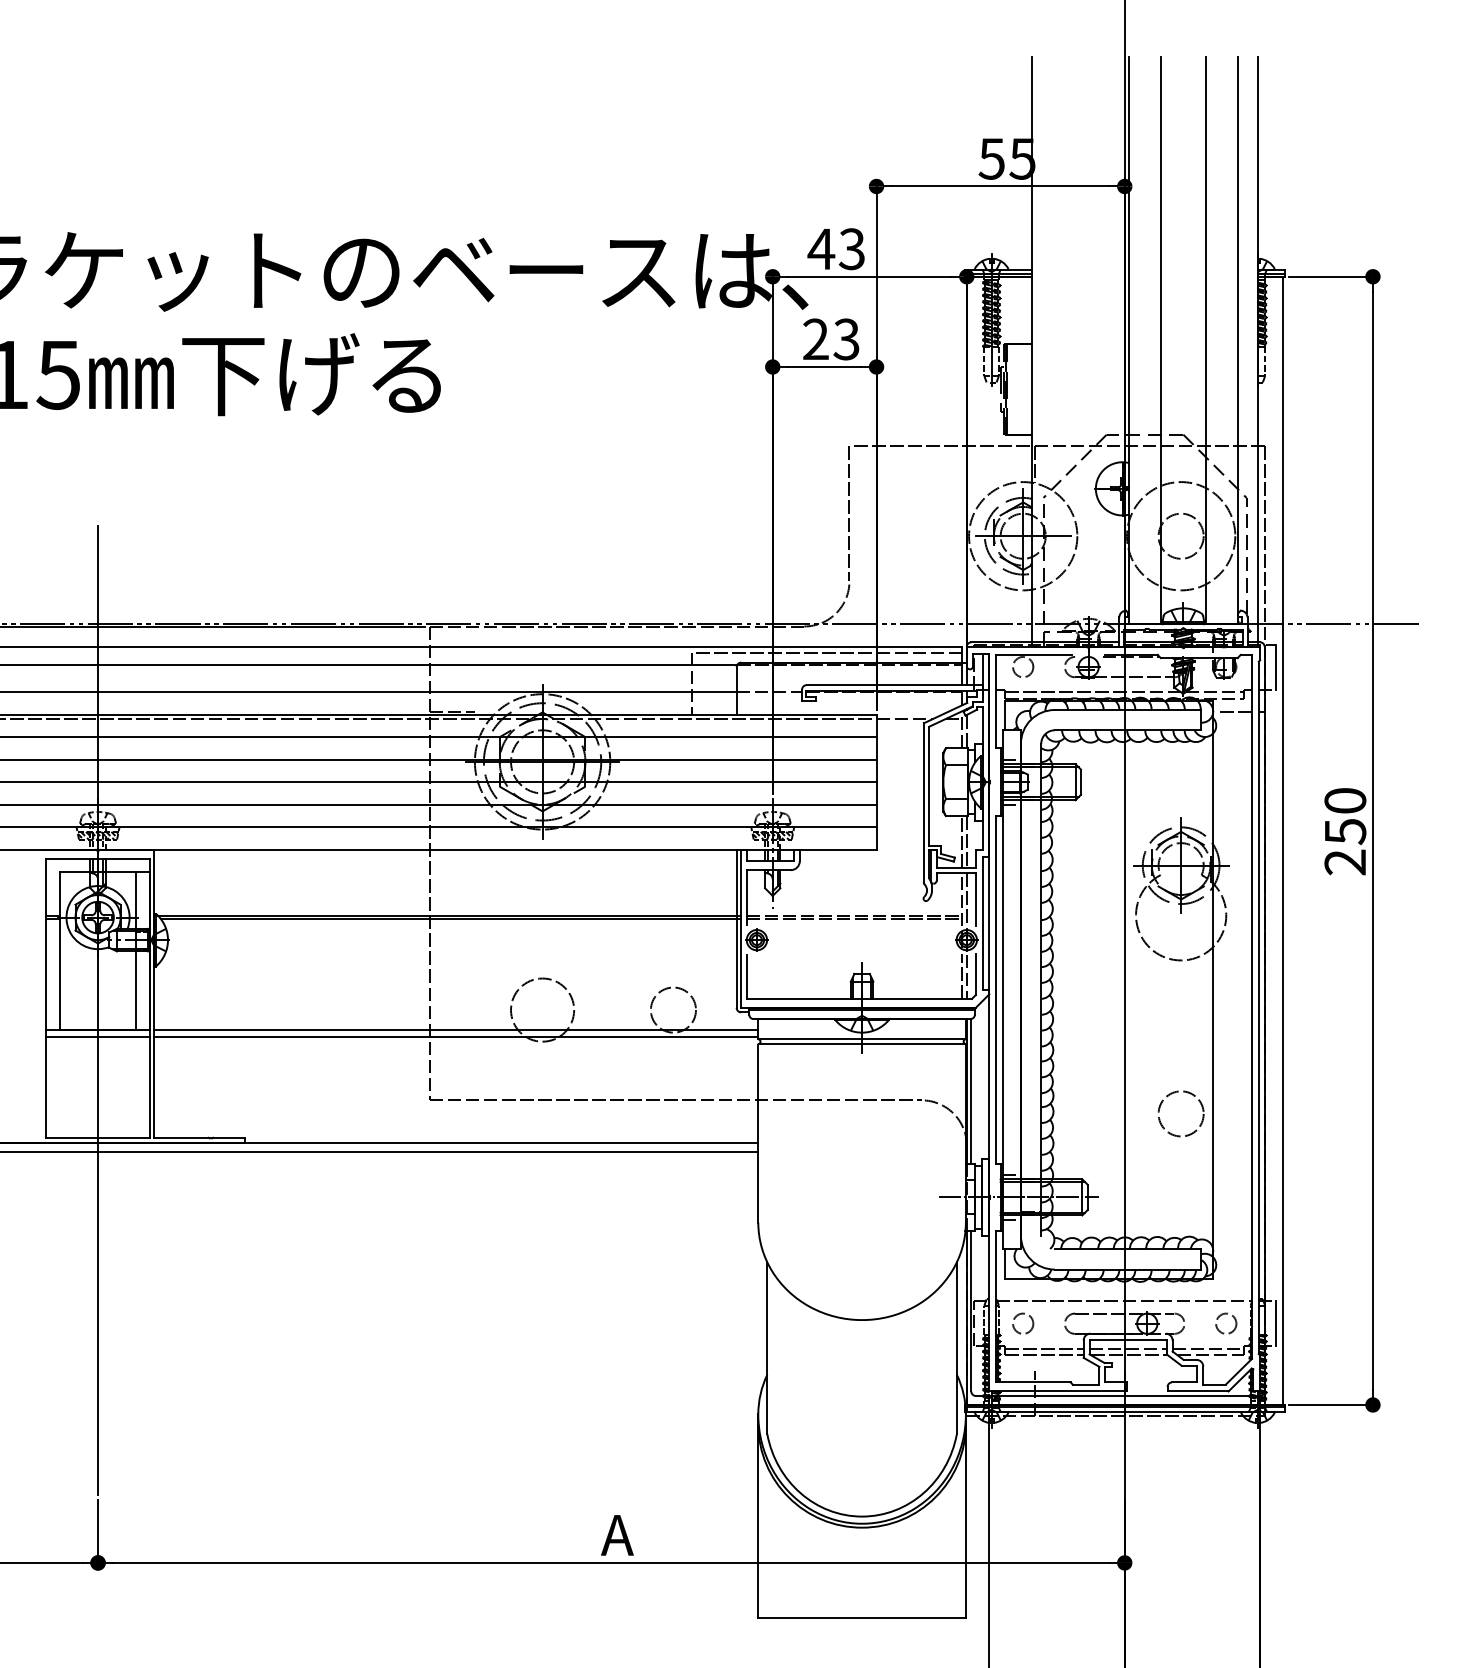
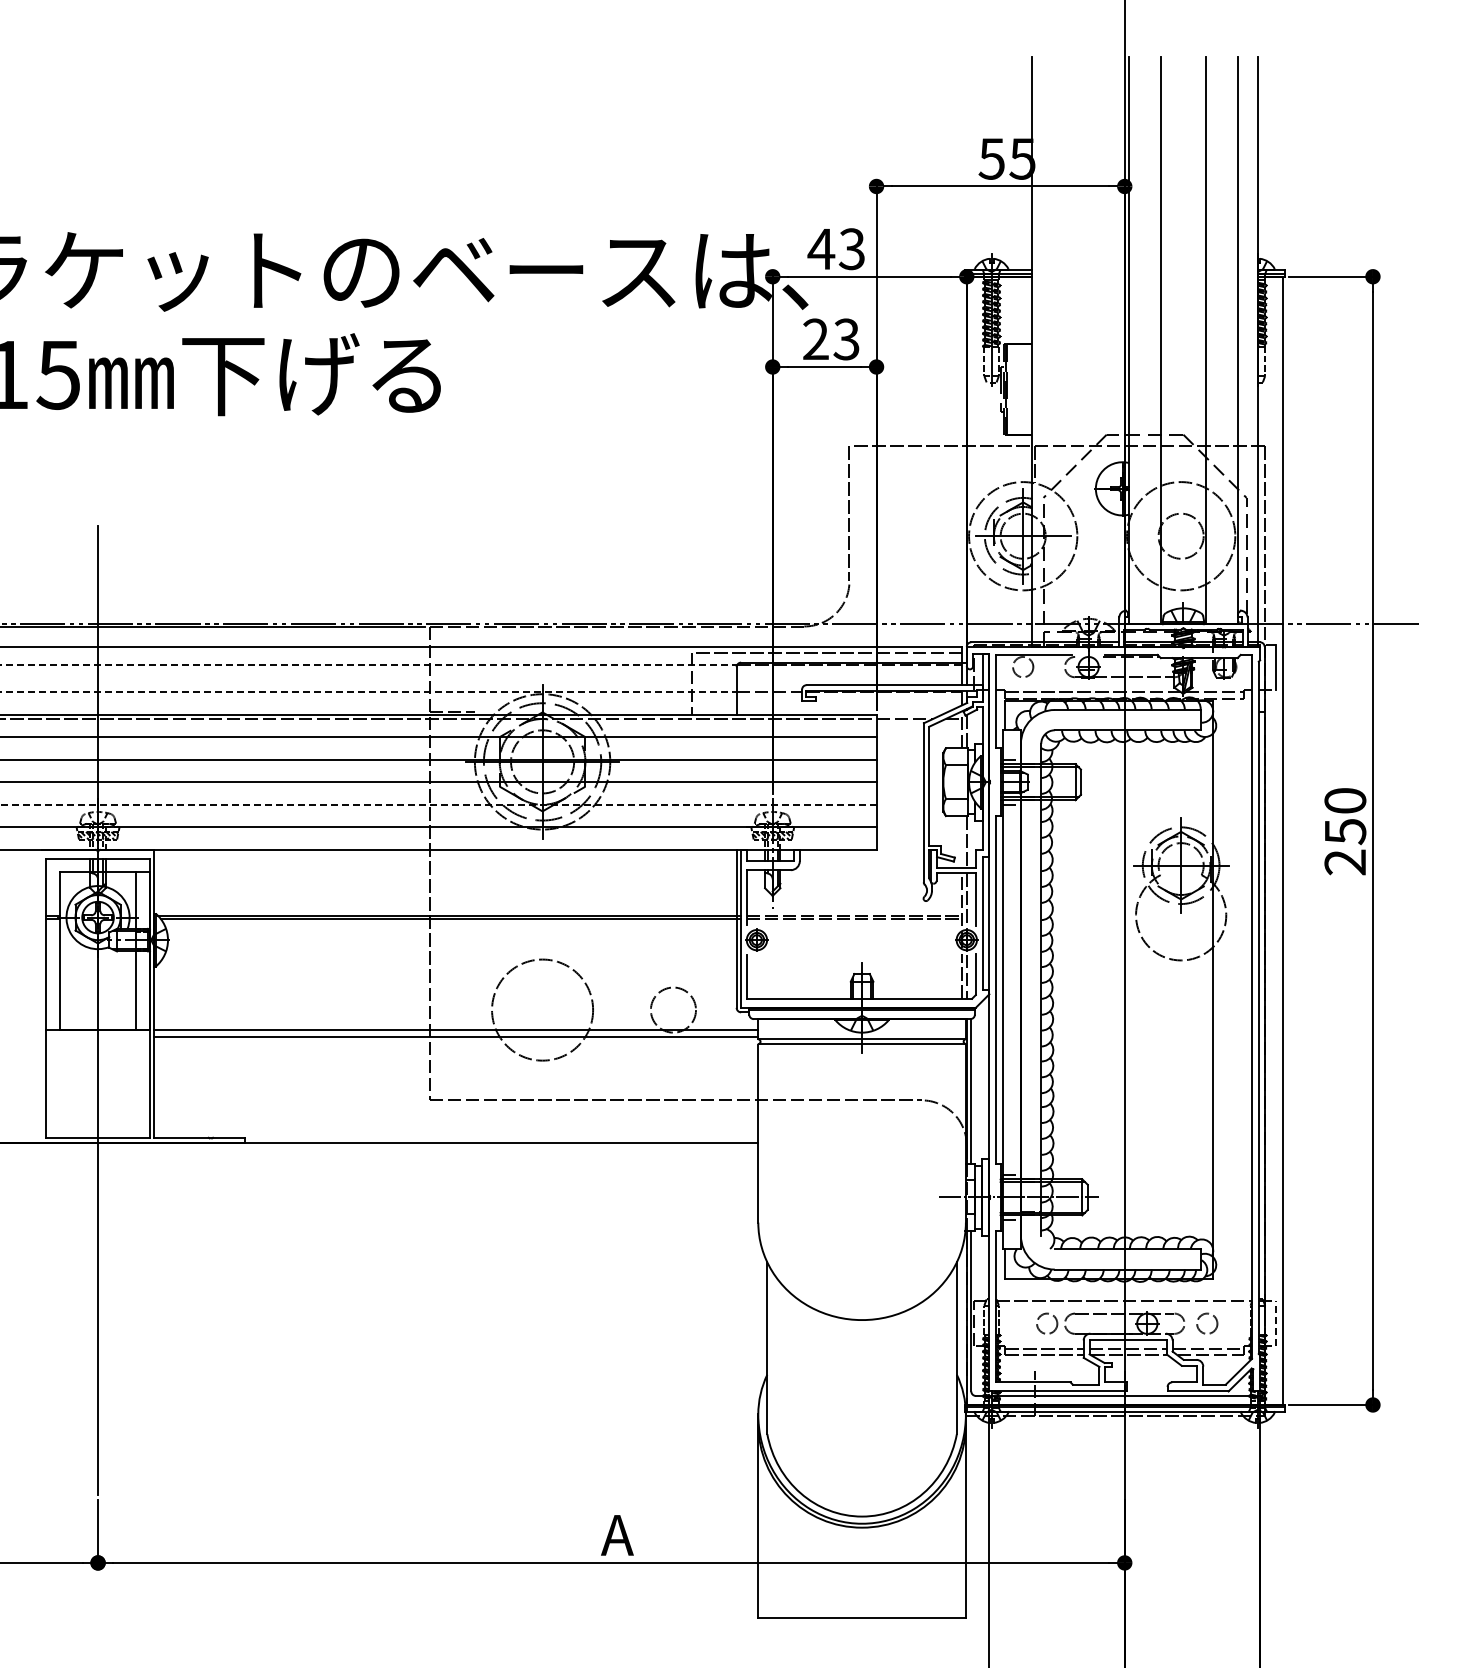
line at (369, 664): solid -> dashed
line at (368, 691): solid -> dashed
line at (1235, 712): present -> none
line at (438, 804): solid -> dashed
line at (962, 841): present -> none
circle at (542, 1009) diameter: 63 px -> 101 px
line at (97, 1037): present -> none
circle at (1180, 1113): present -> none
line at (380, 1152): present -> none
circle at (1023, 1323) position: (1023, 1323) -> (1047, 1323)
circle at (1226, 1323) position: (1226, 1323) -> (1207, 1323)
line at (1275, 1323): solid -> dashed
